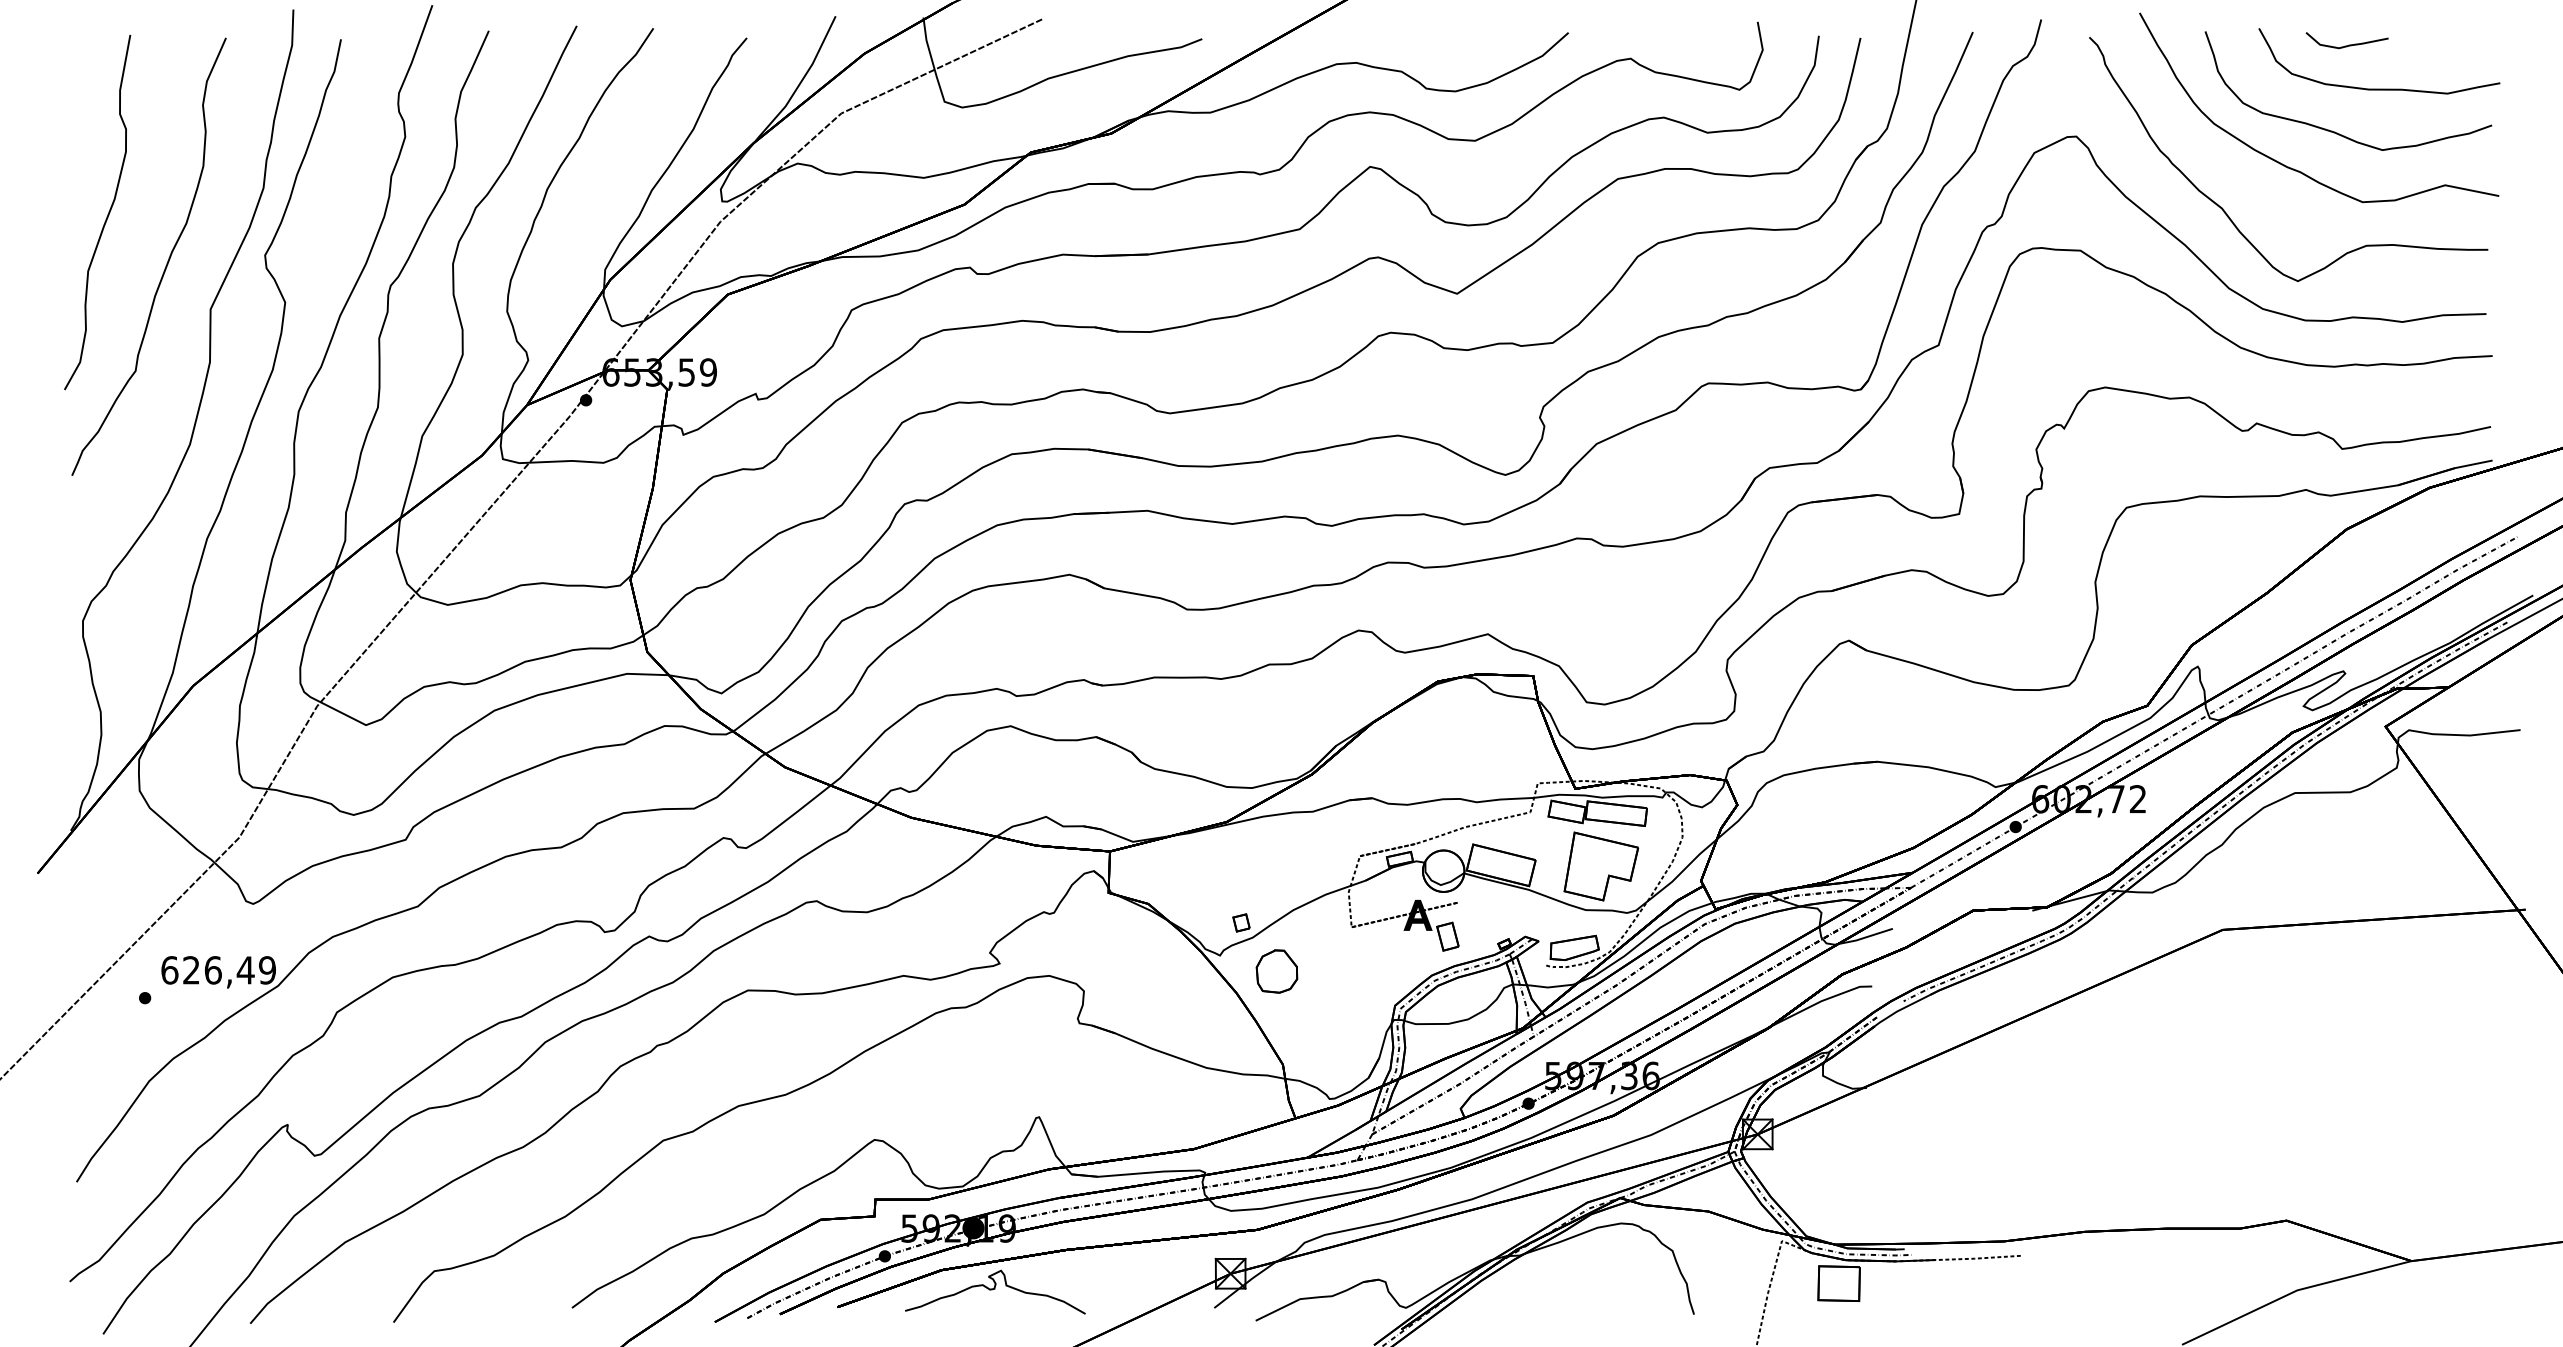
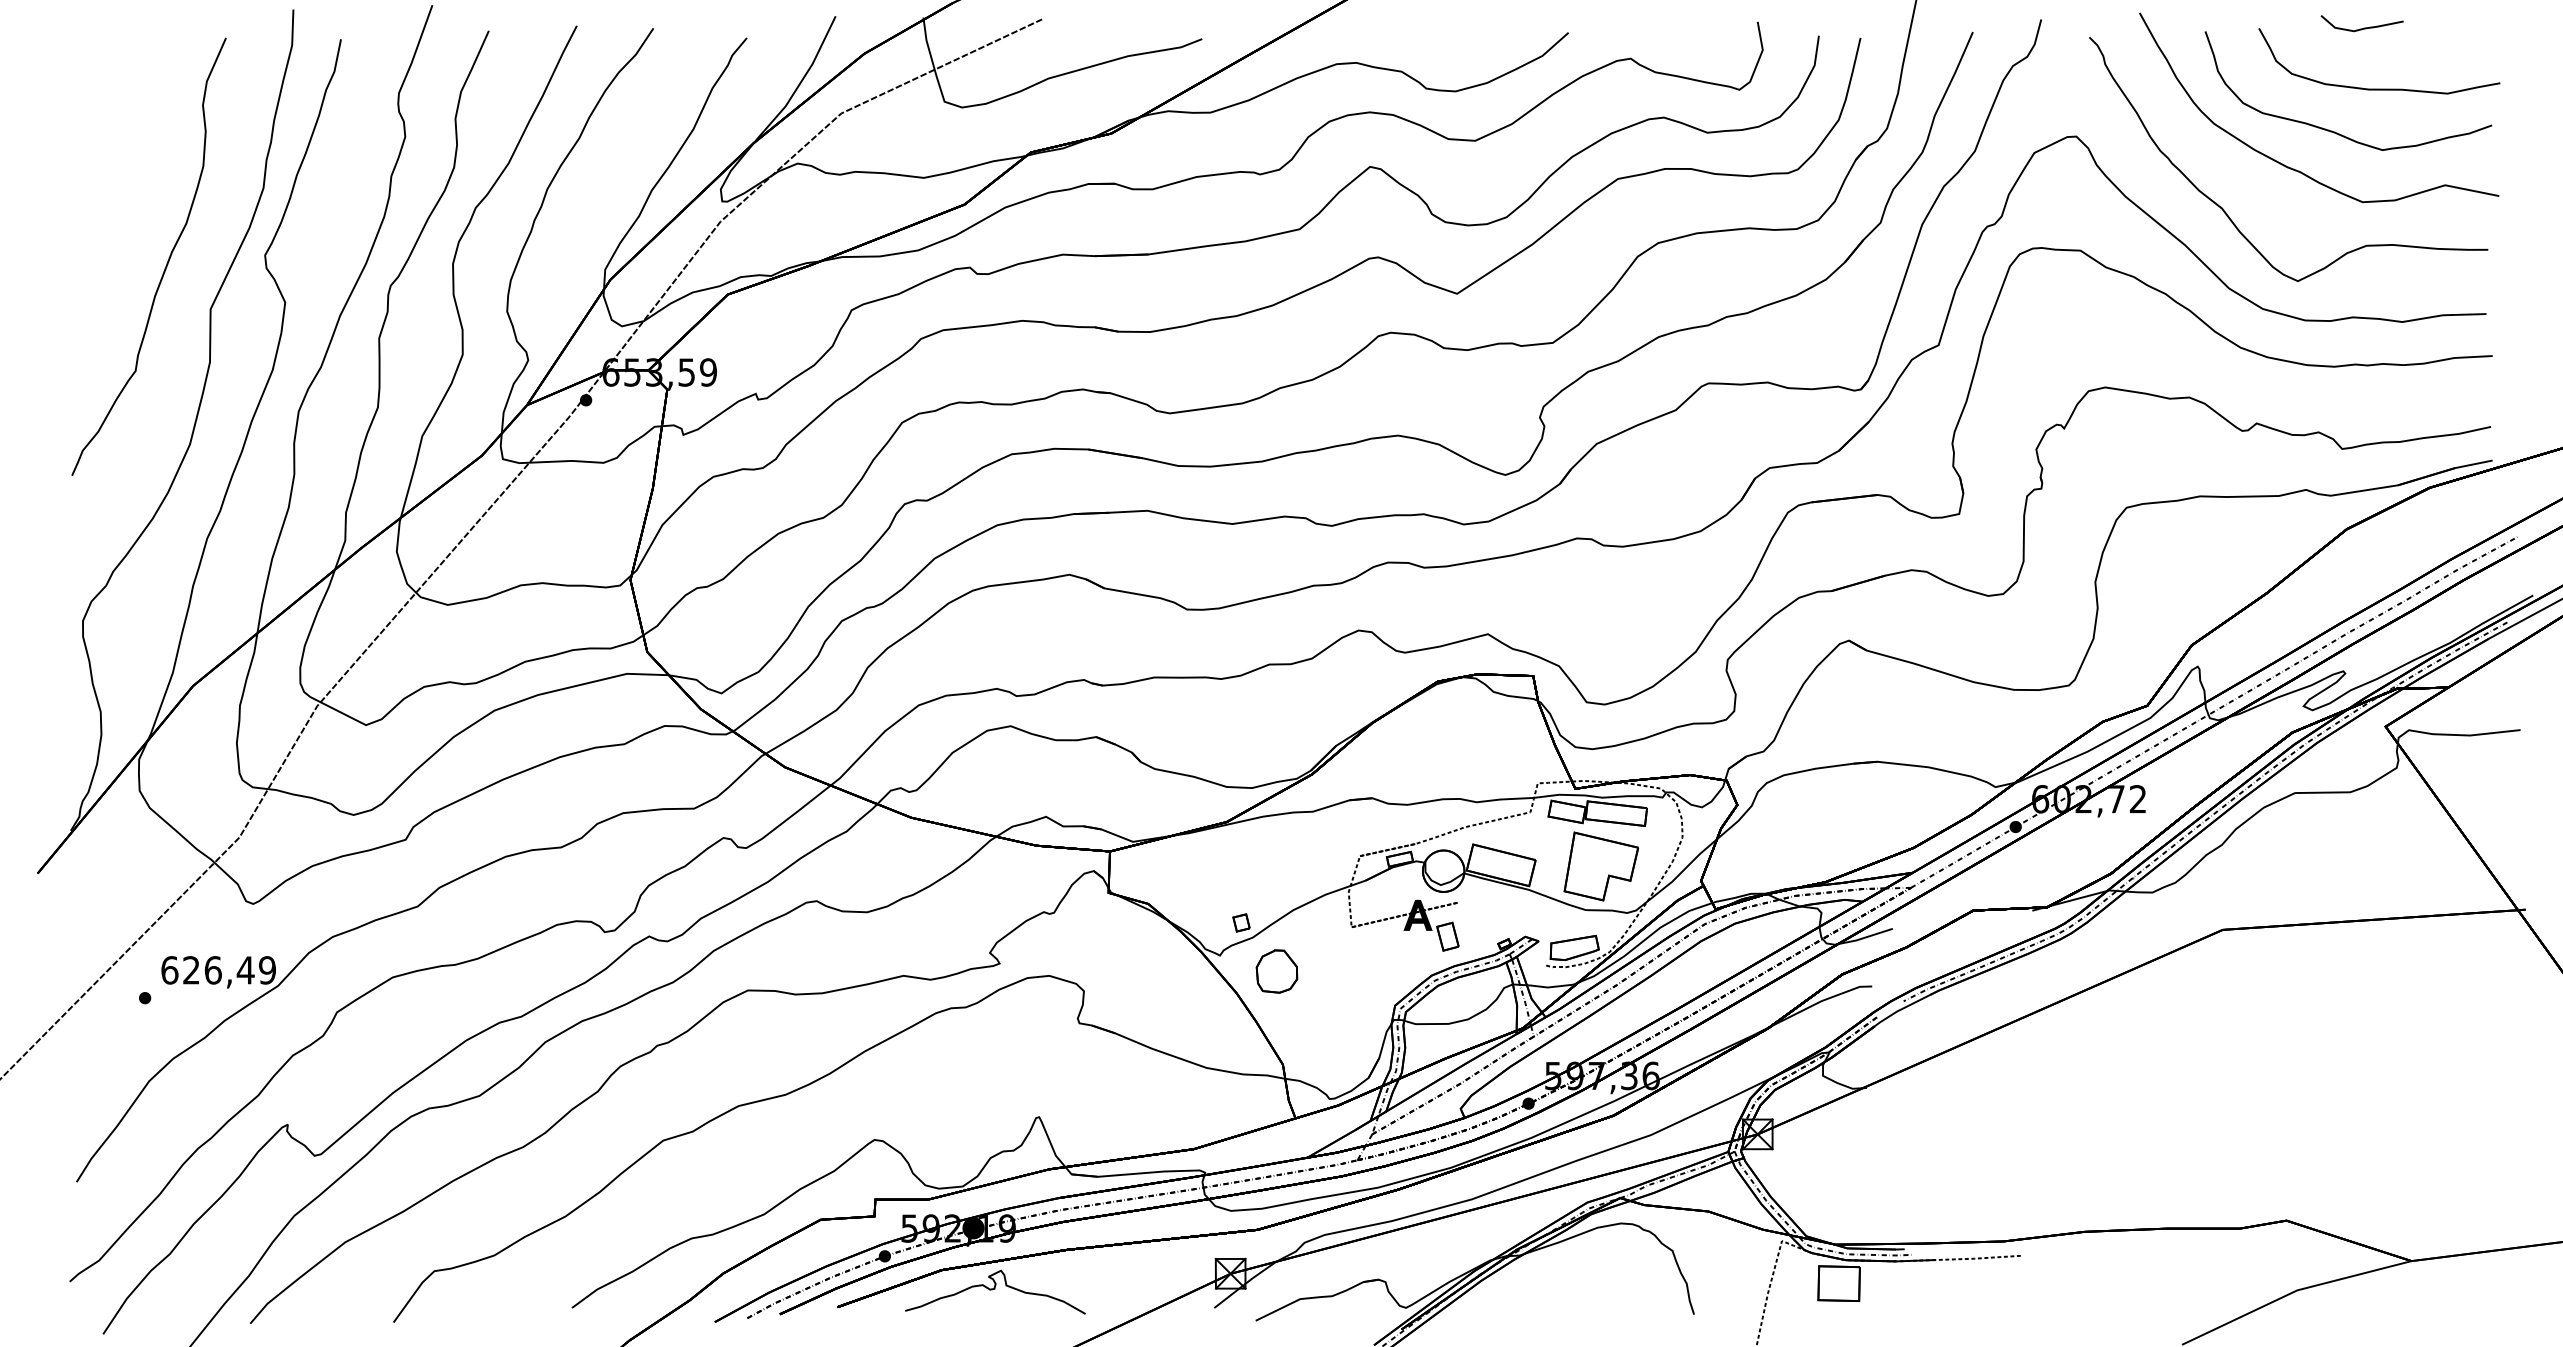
curve at (2348, 44) position: (2348, 44) -> (2363, 27)
curve at (106, 216): present -> none
